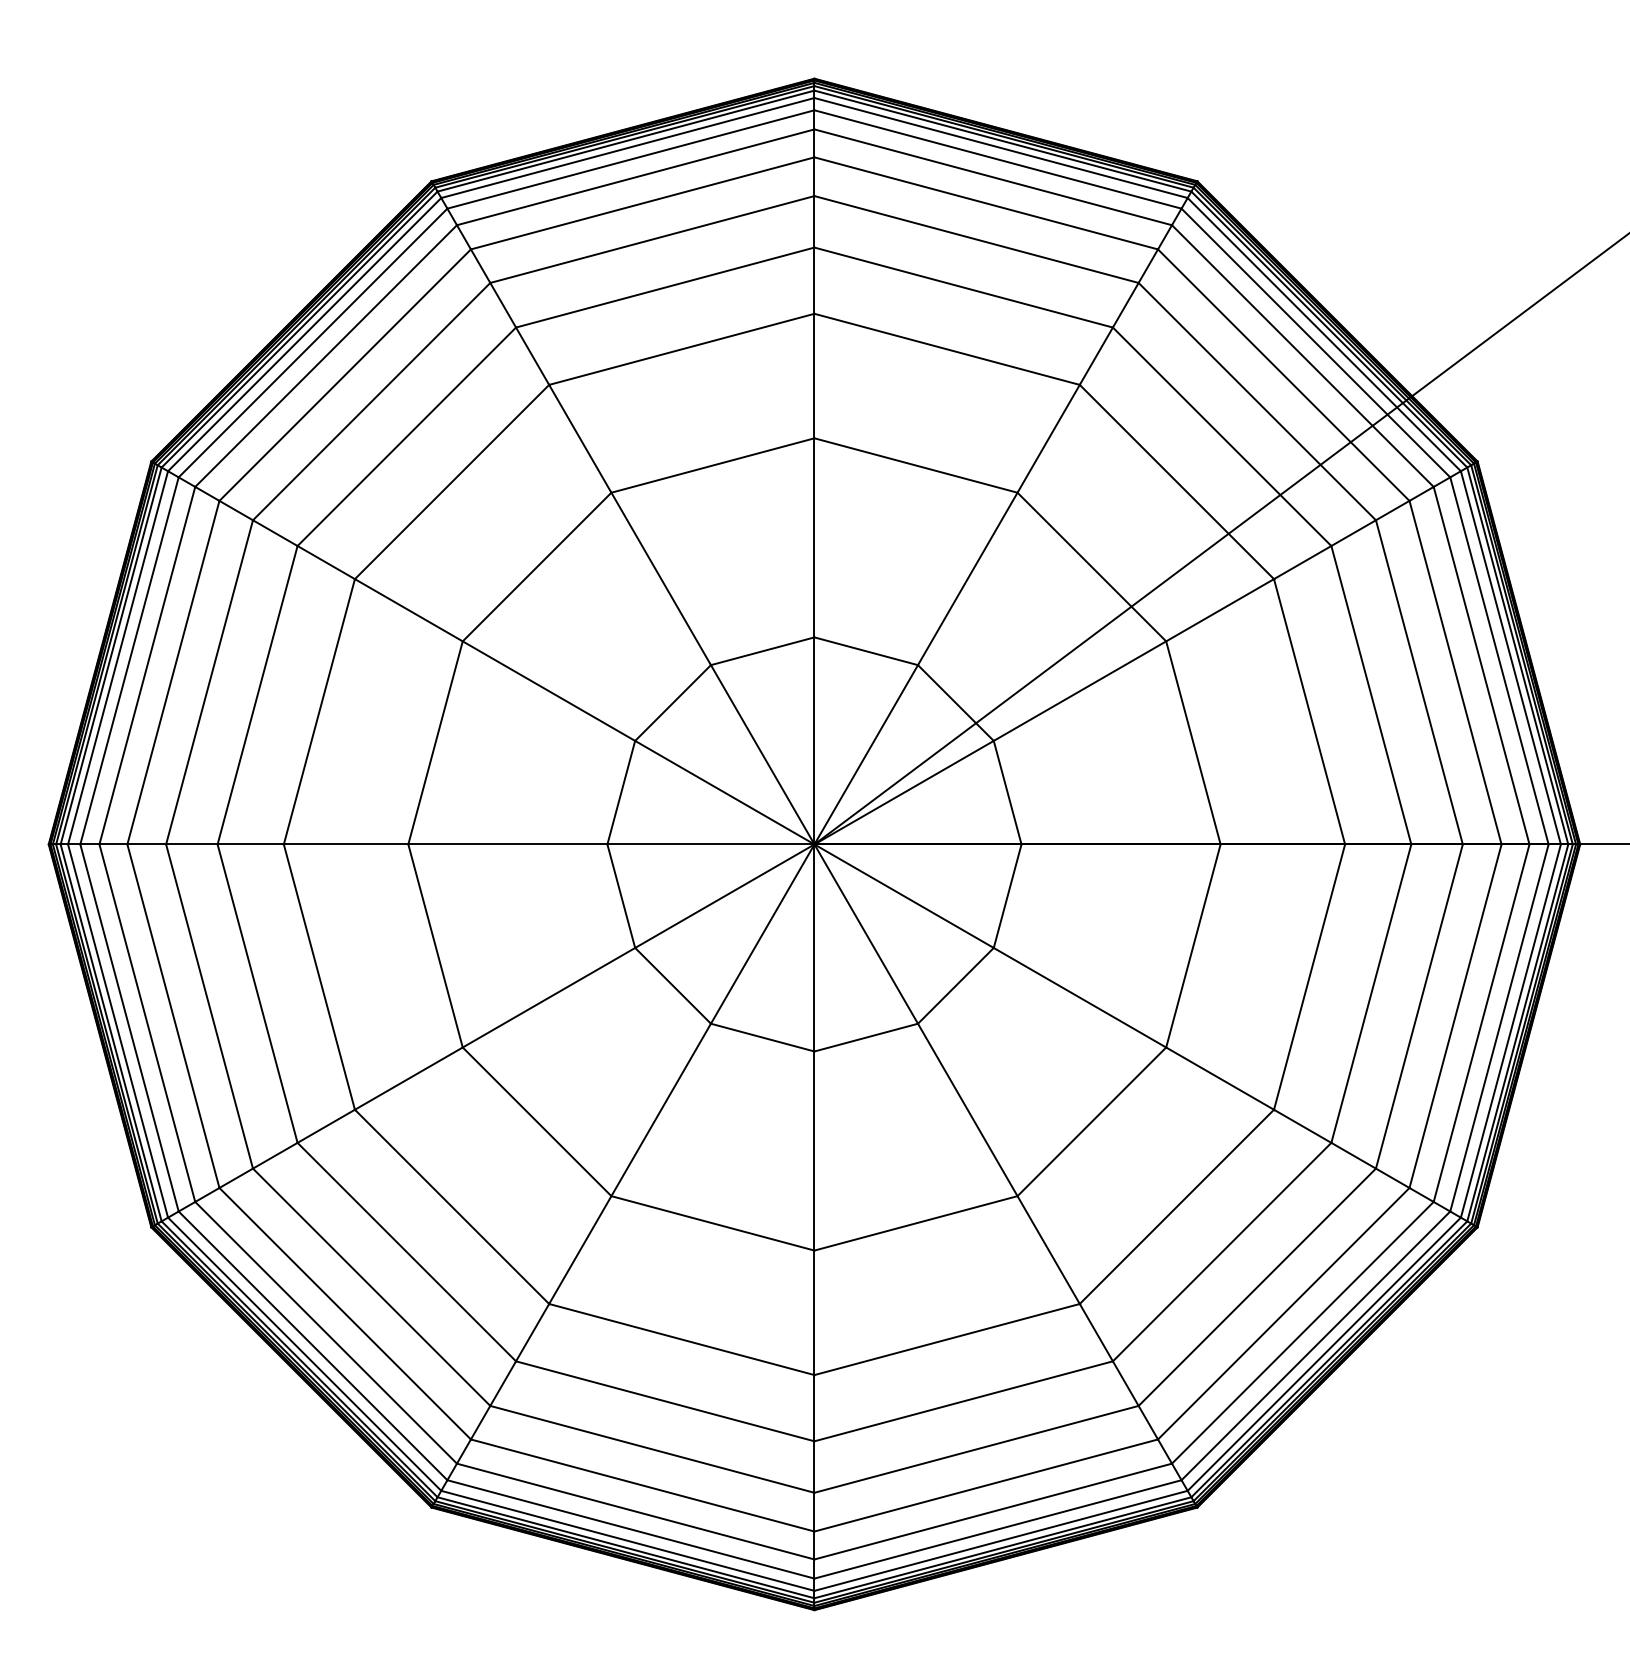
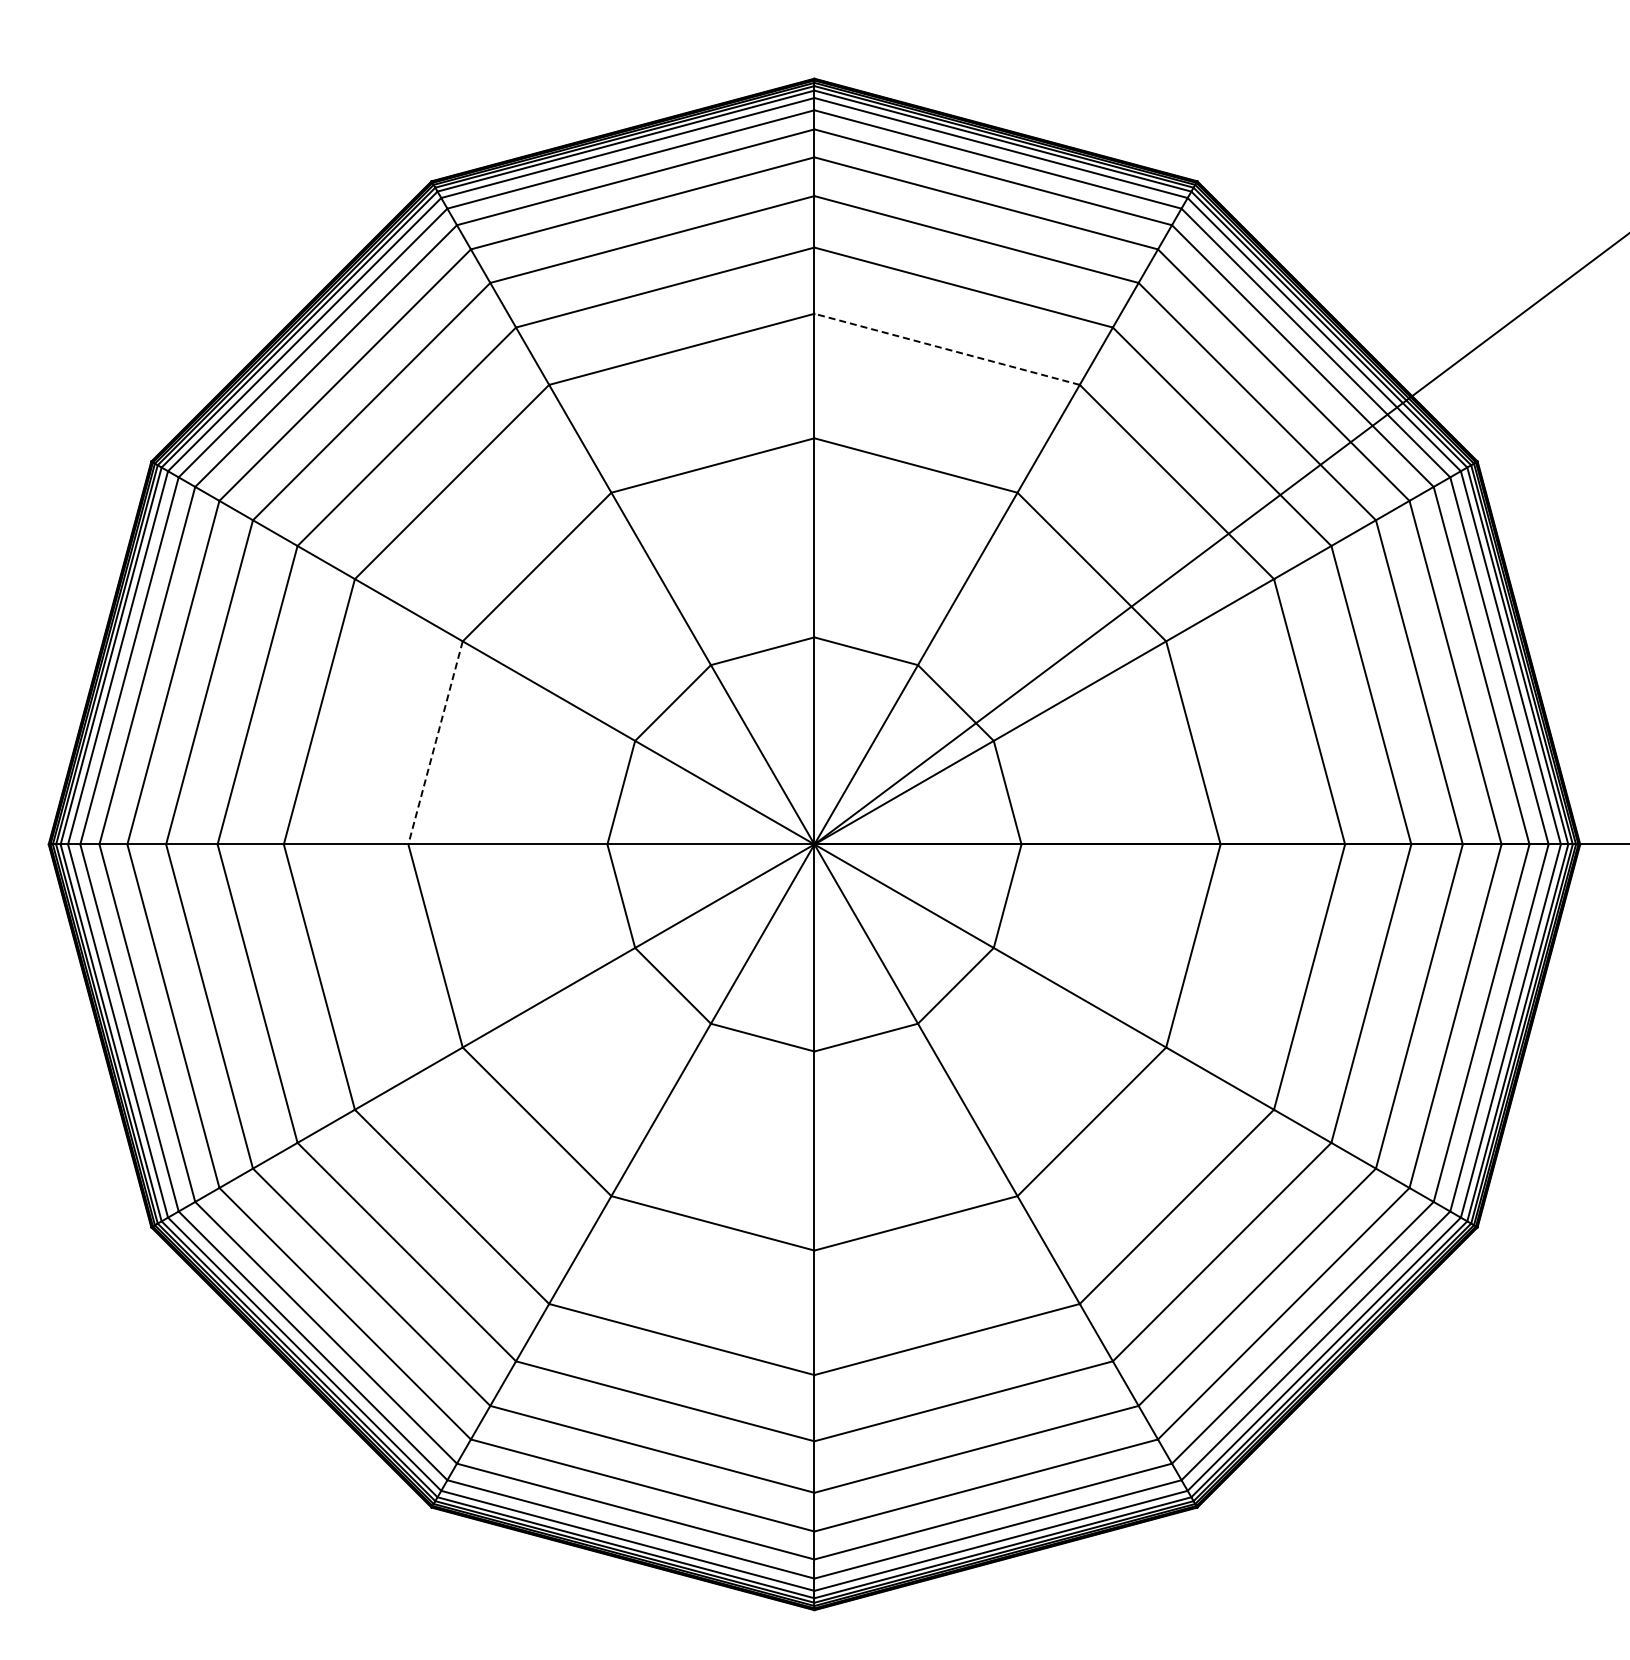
line at (946, 349): solid -> dashed
line at (435, 743): solid -> dashed
